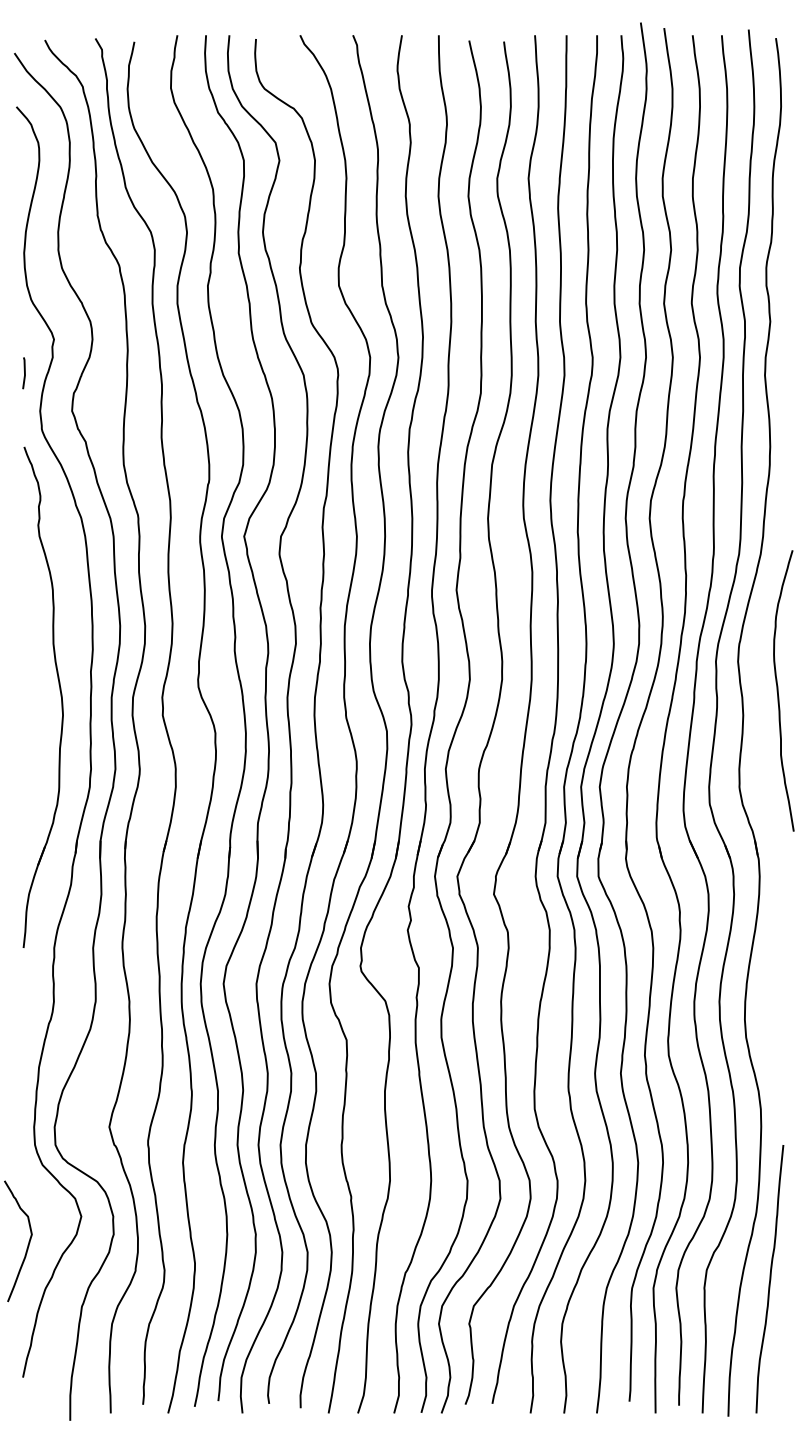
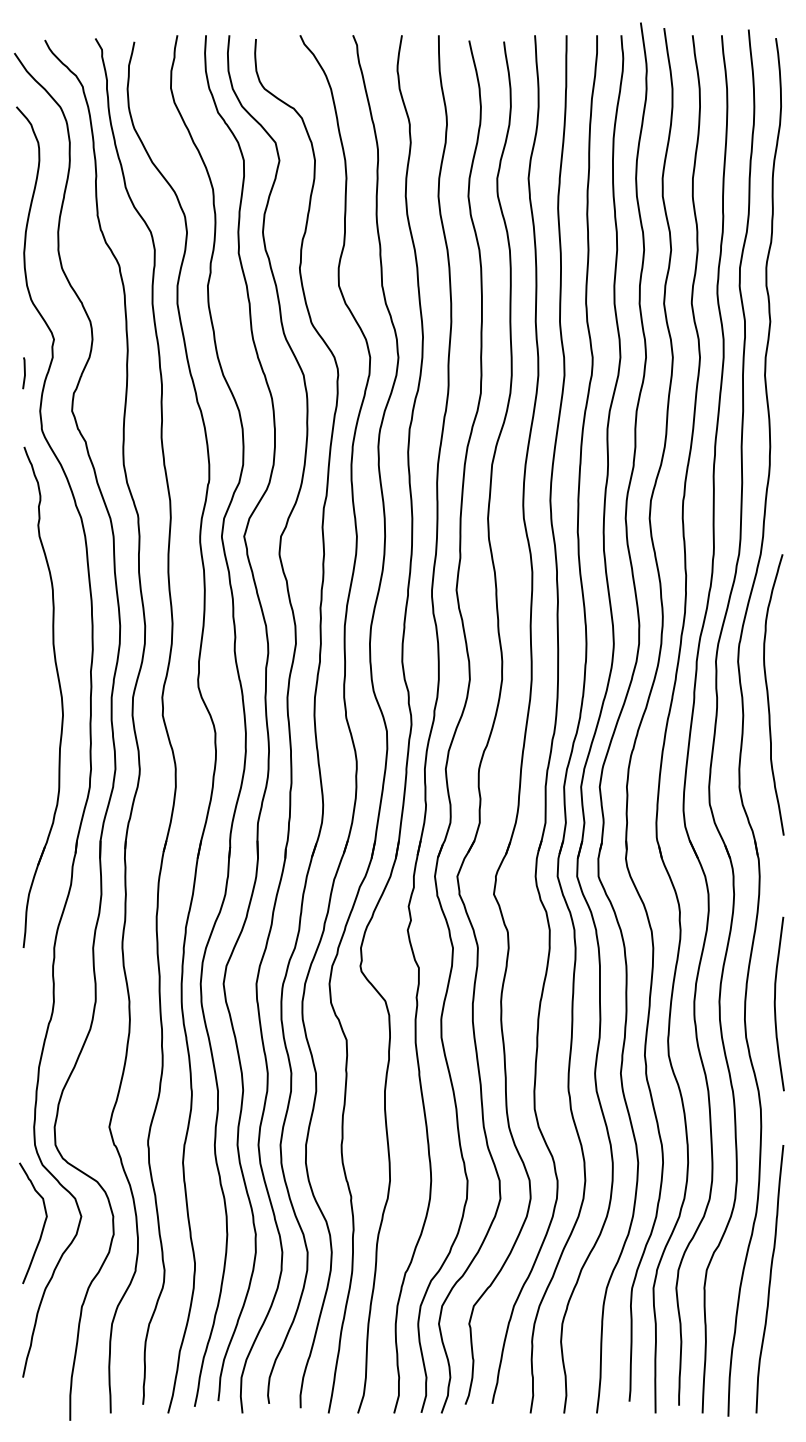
curve at (778, 690) position: (778, 690) -> (768, 694)
curve at (775, 1003): none -> present
curve at (27, 1244) position: (27, 1244) -> (42, 1226)
